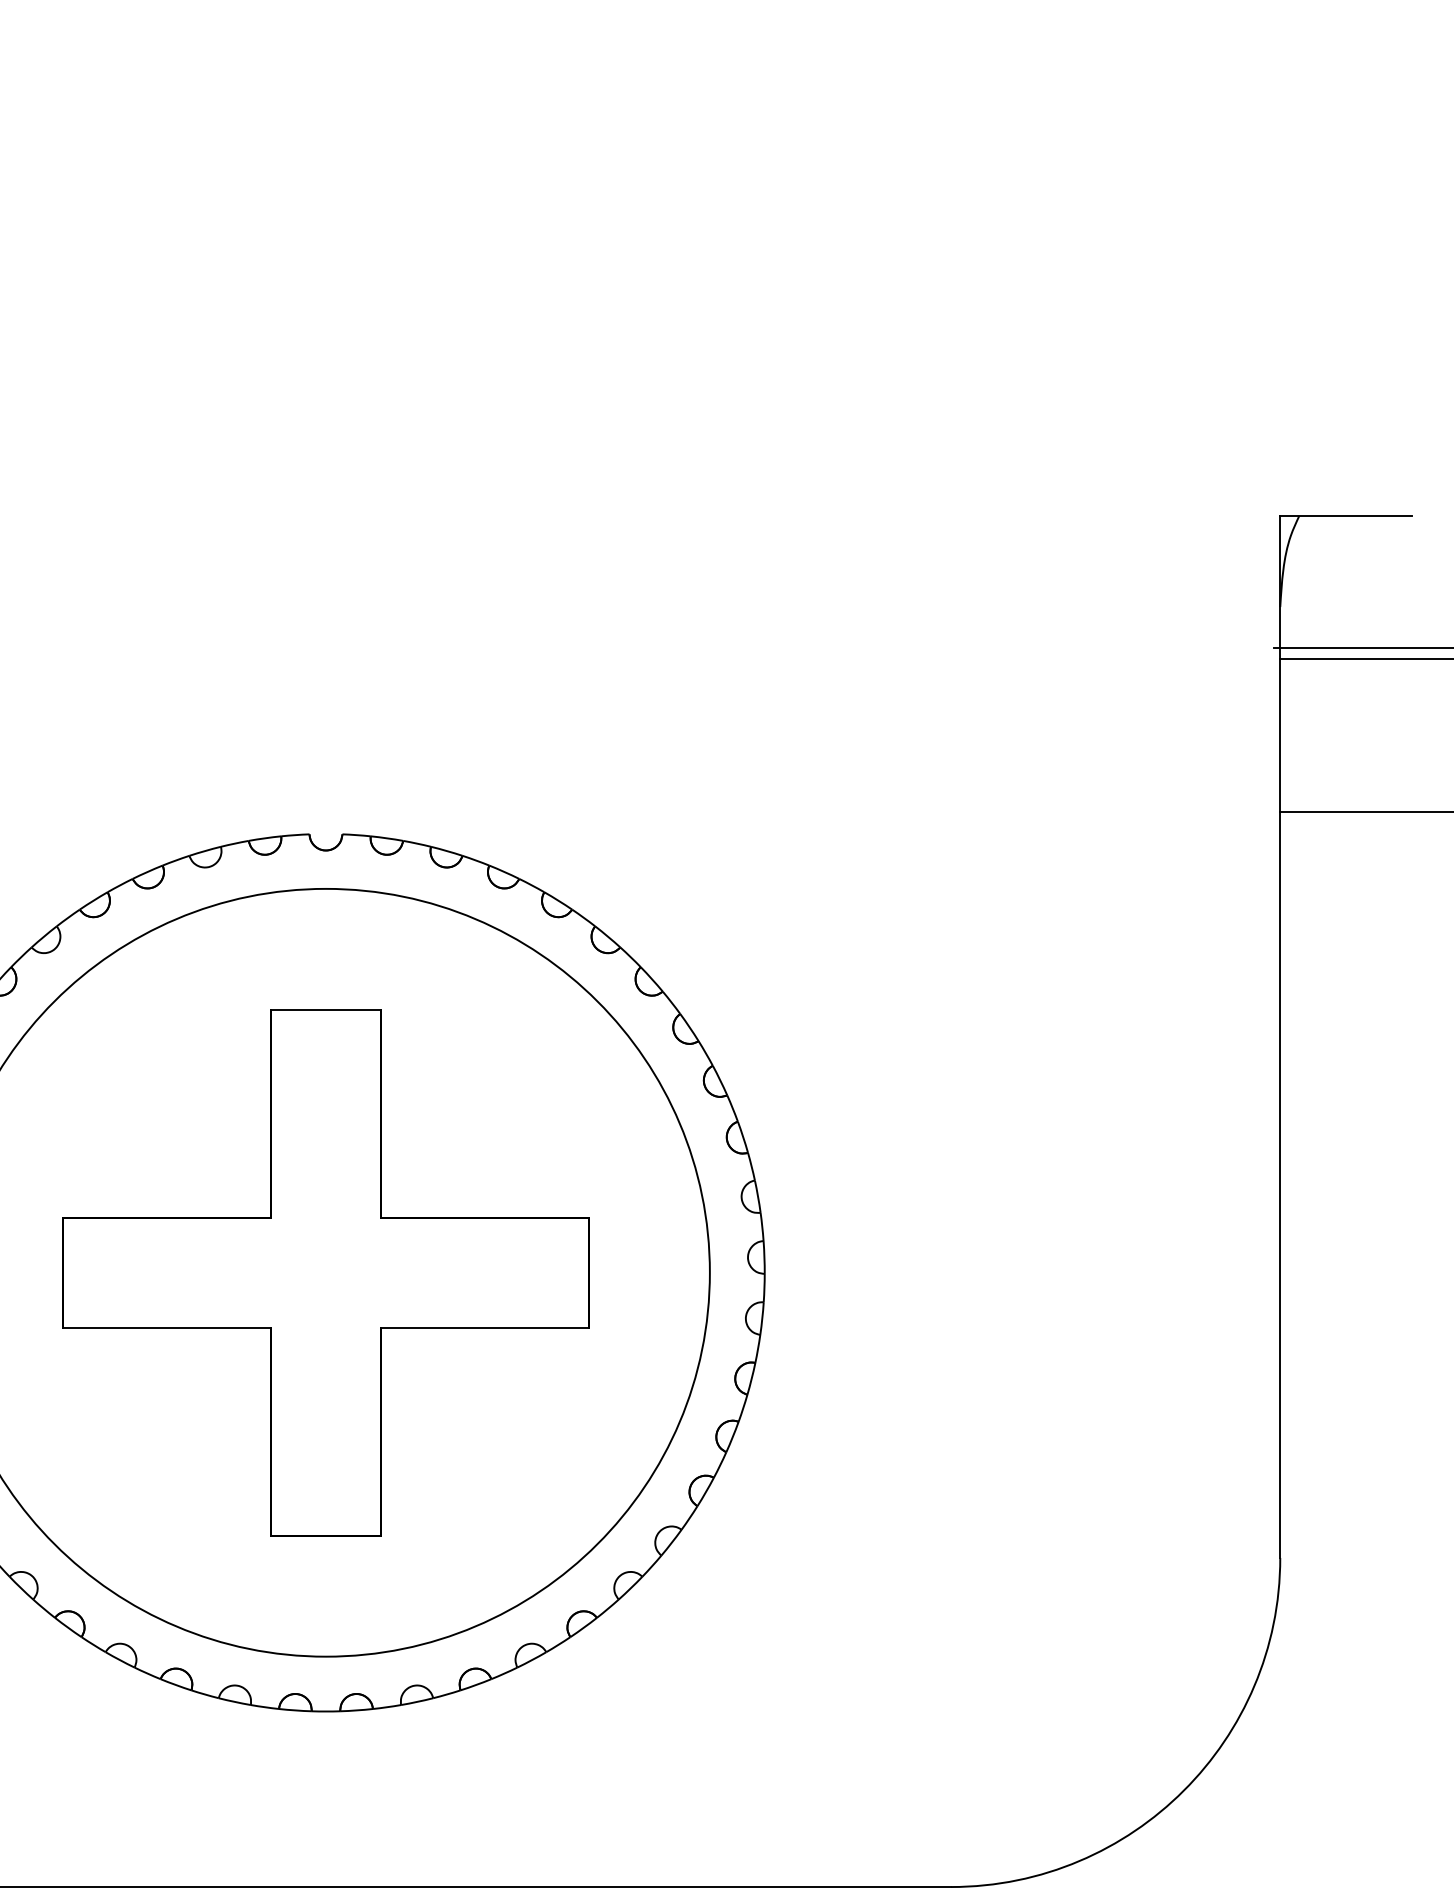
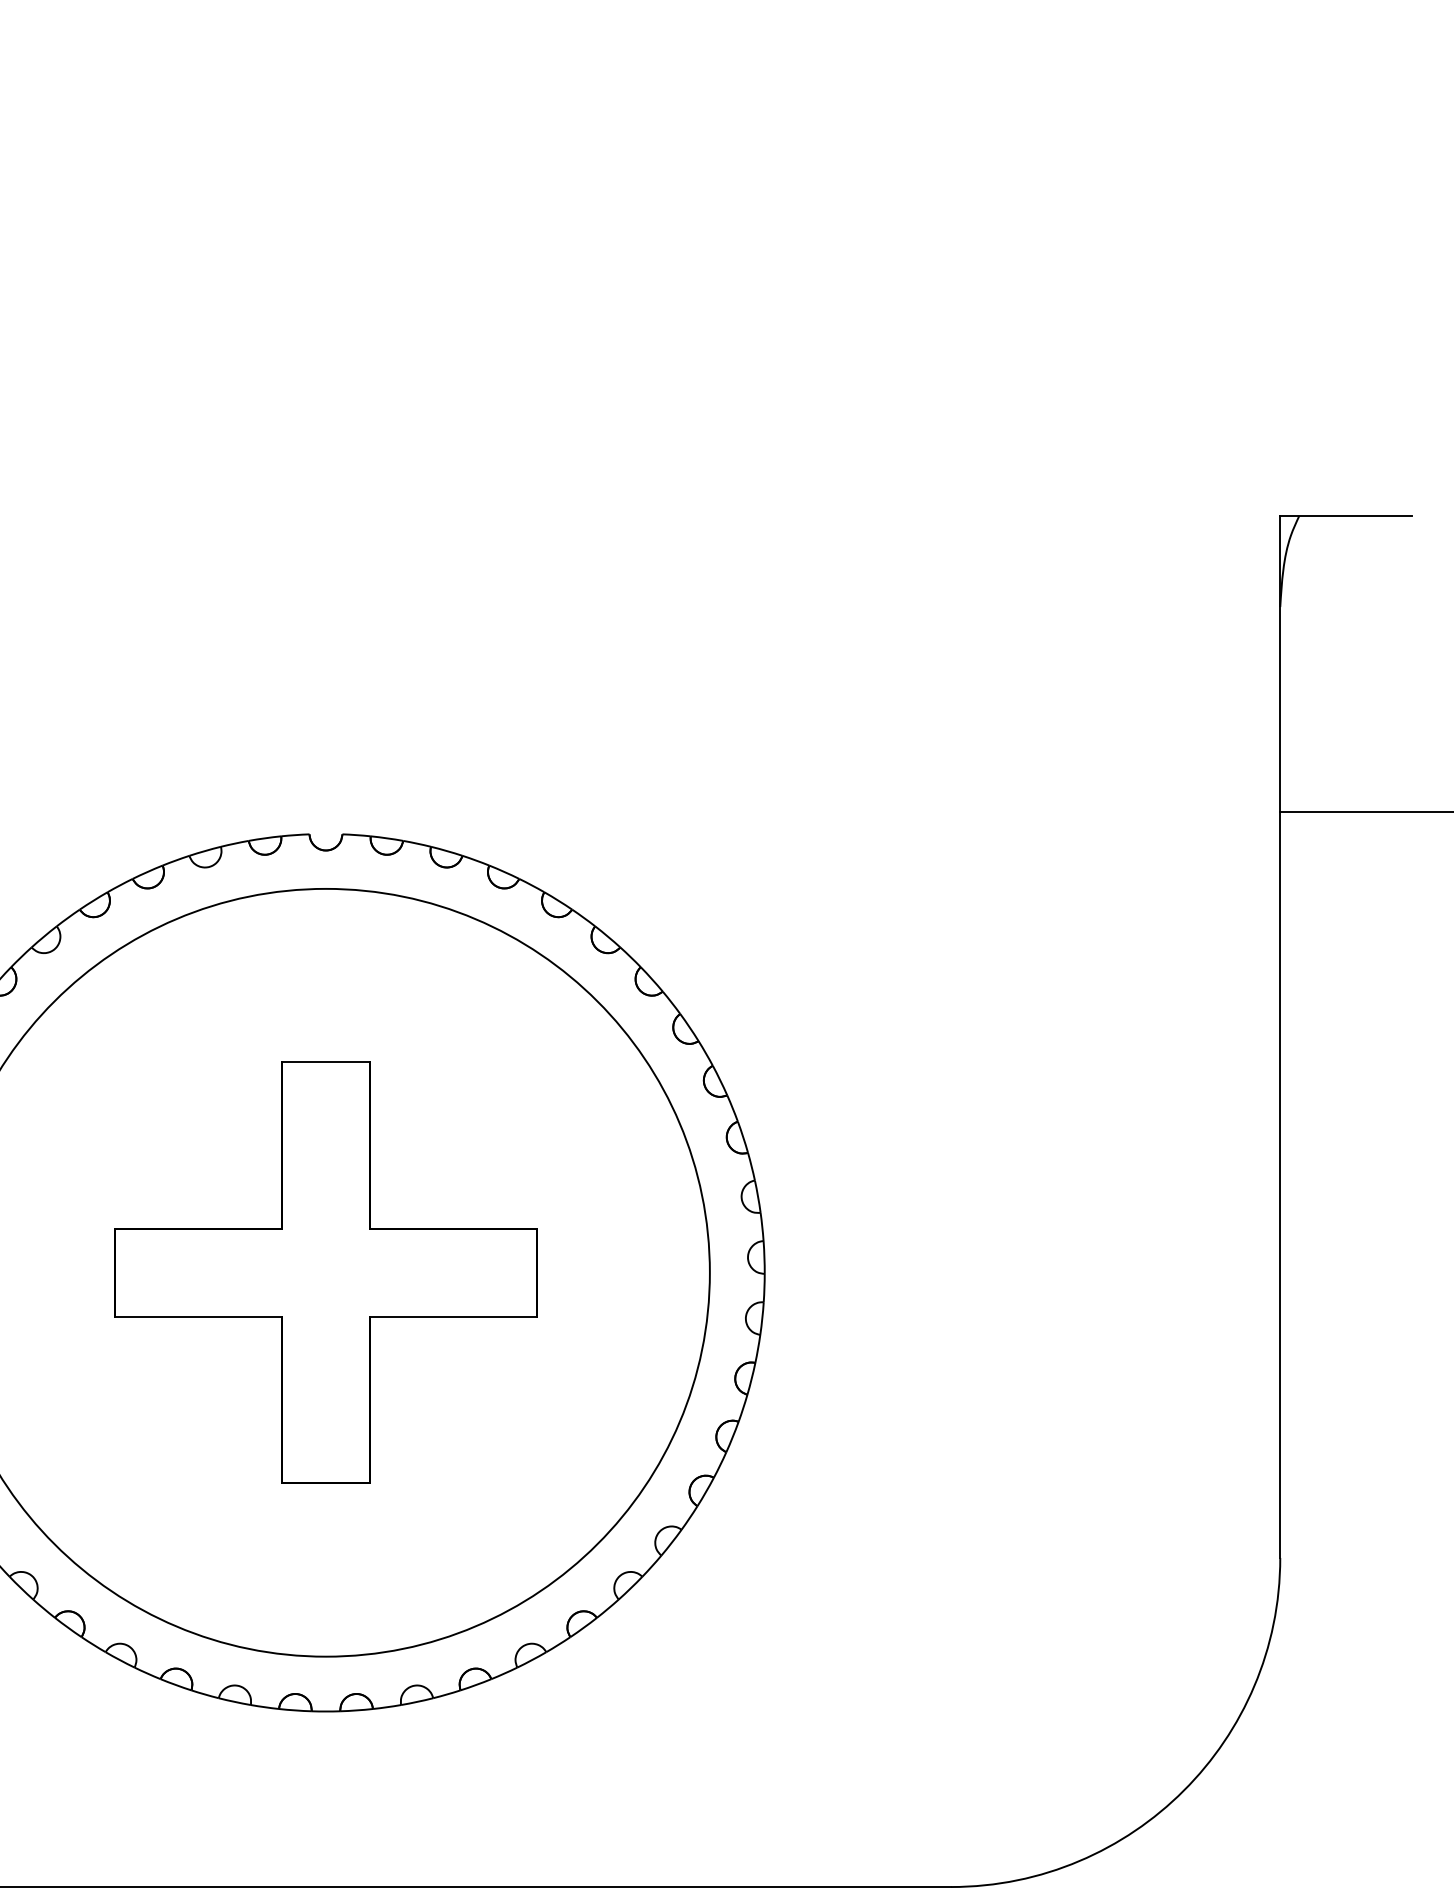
line at (1362, 647): present -> none
line at (1365, 658): present -> none
part at (325, 1272) size: 528x528 px -> 424x423 px
